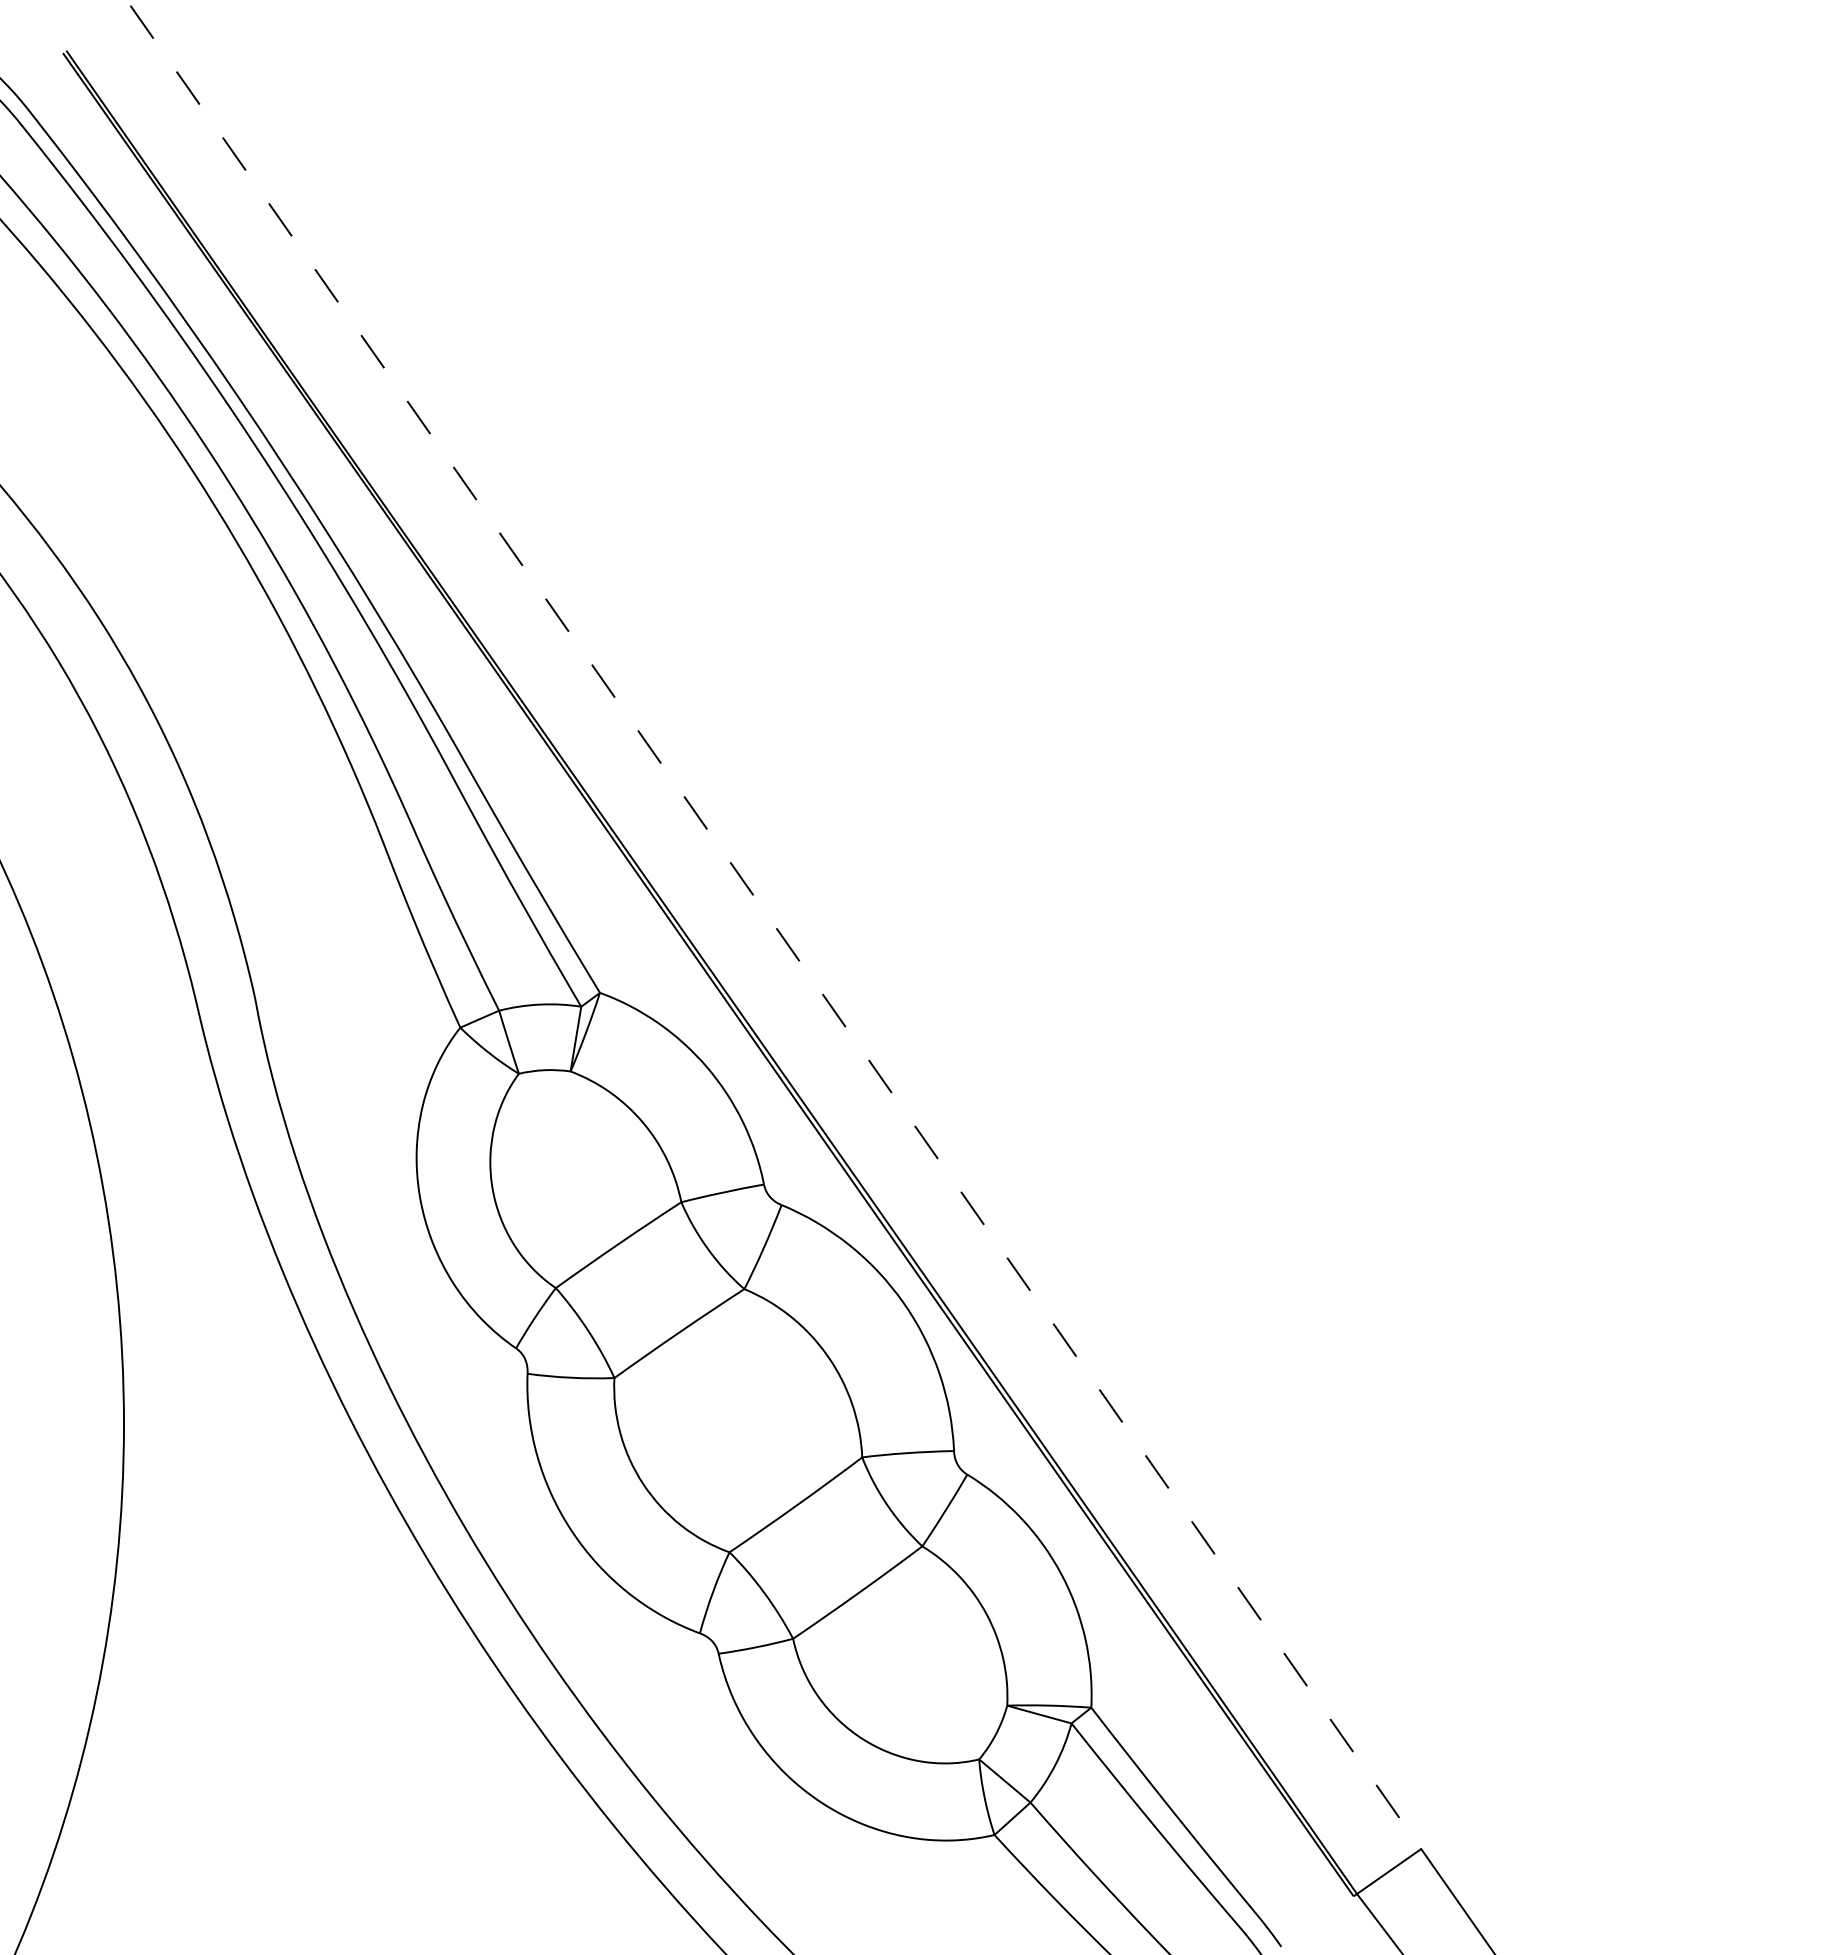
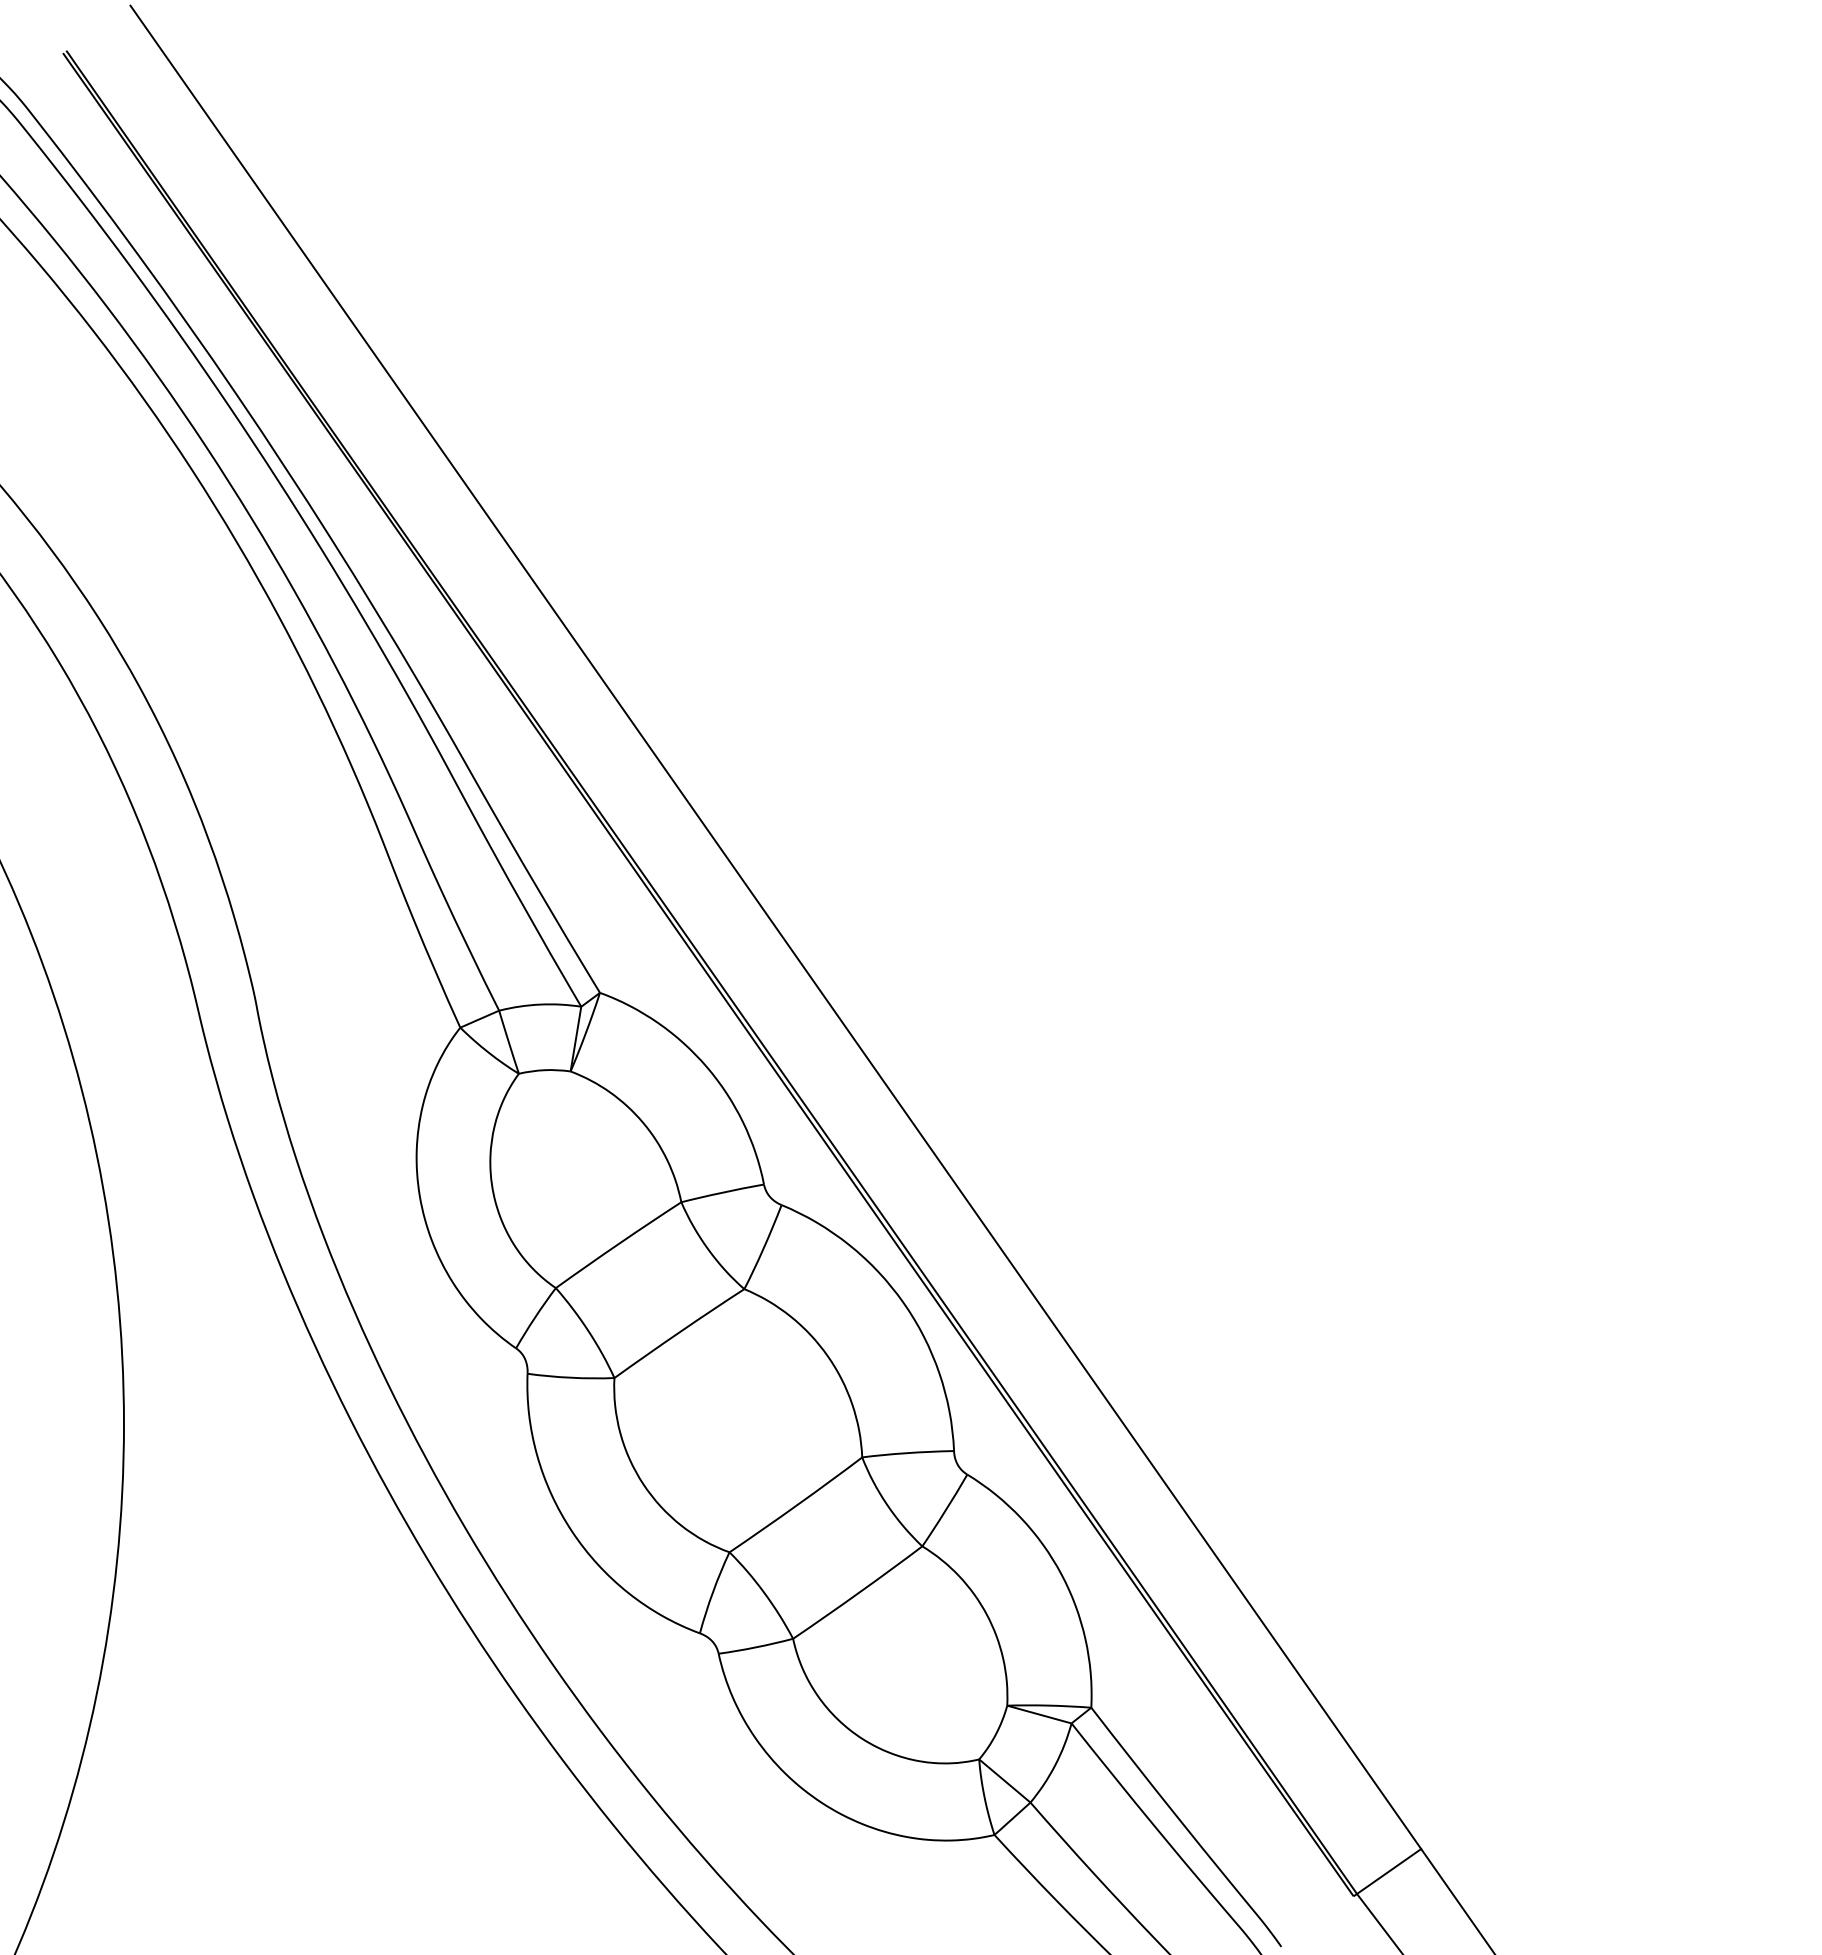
line at (776, 927): dashed -> solid
